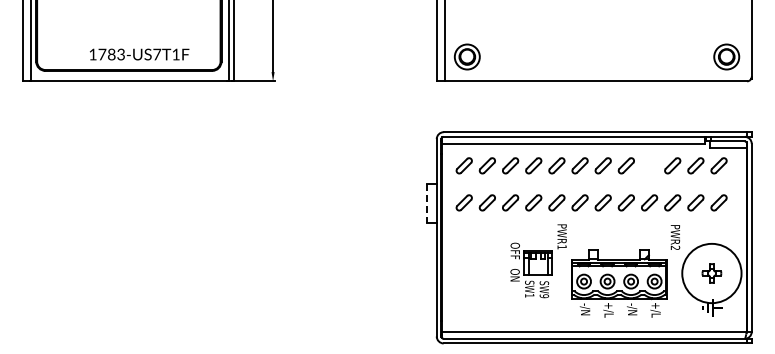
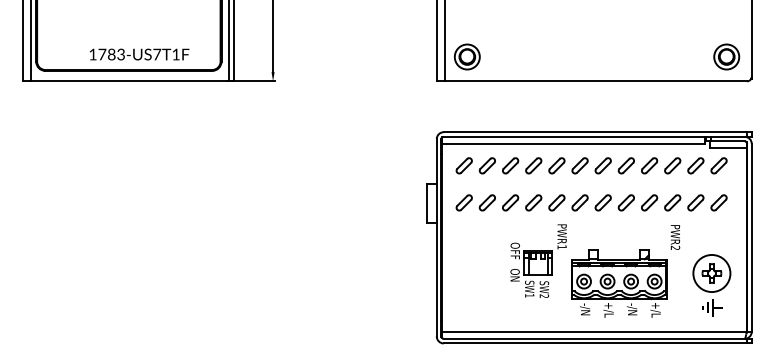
part at (649, 165): none -> present
line at (427, 204): dashed -> solid
circle at (711, 273) diameter: 59 px -> 37 px
text at (543, 296): SW9 -> SW2
